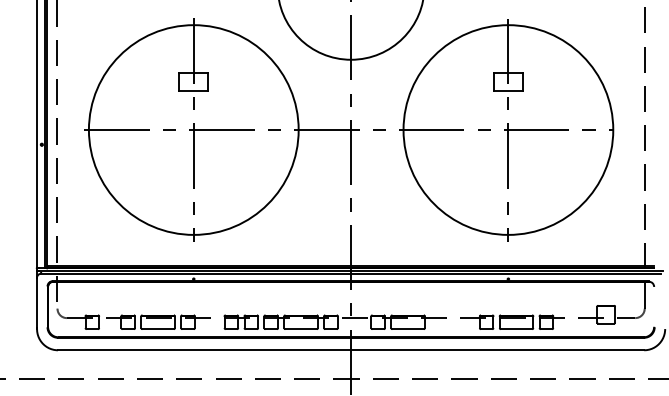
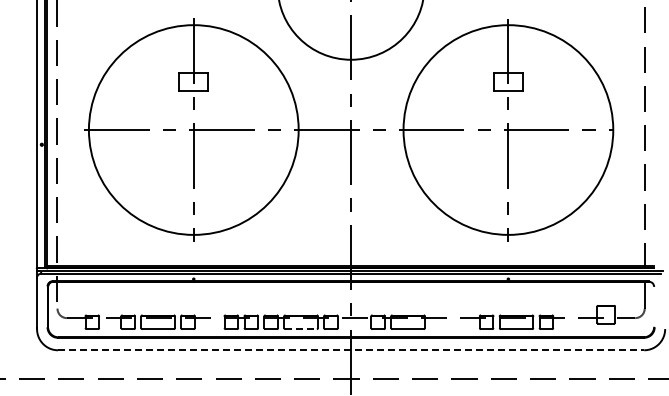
line at (301, 329): solid -> dashed
line at (351, 350): solid -> dashed
